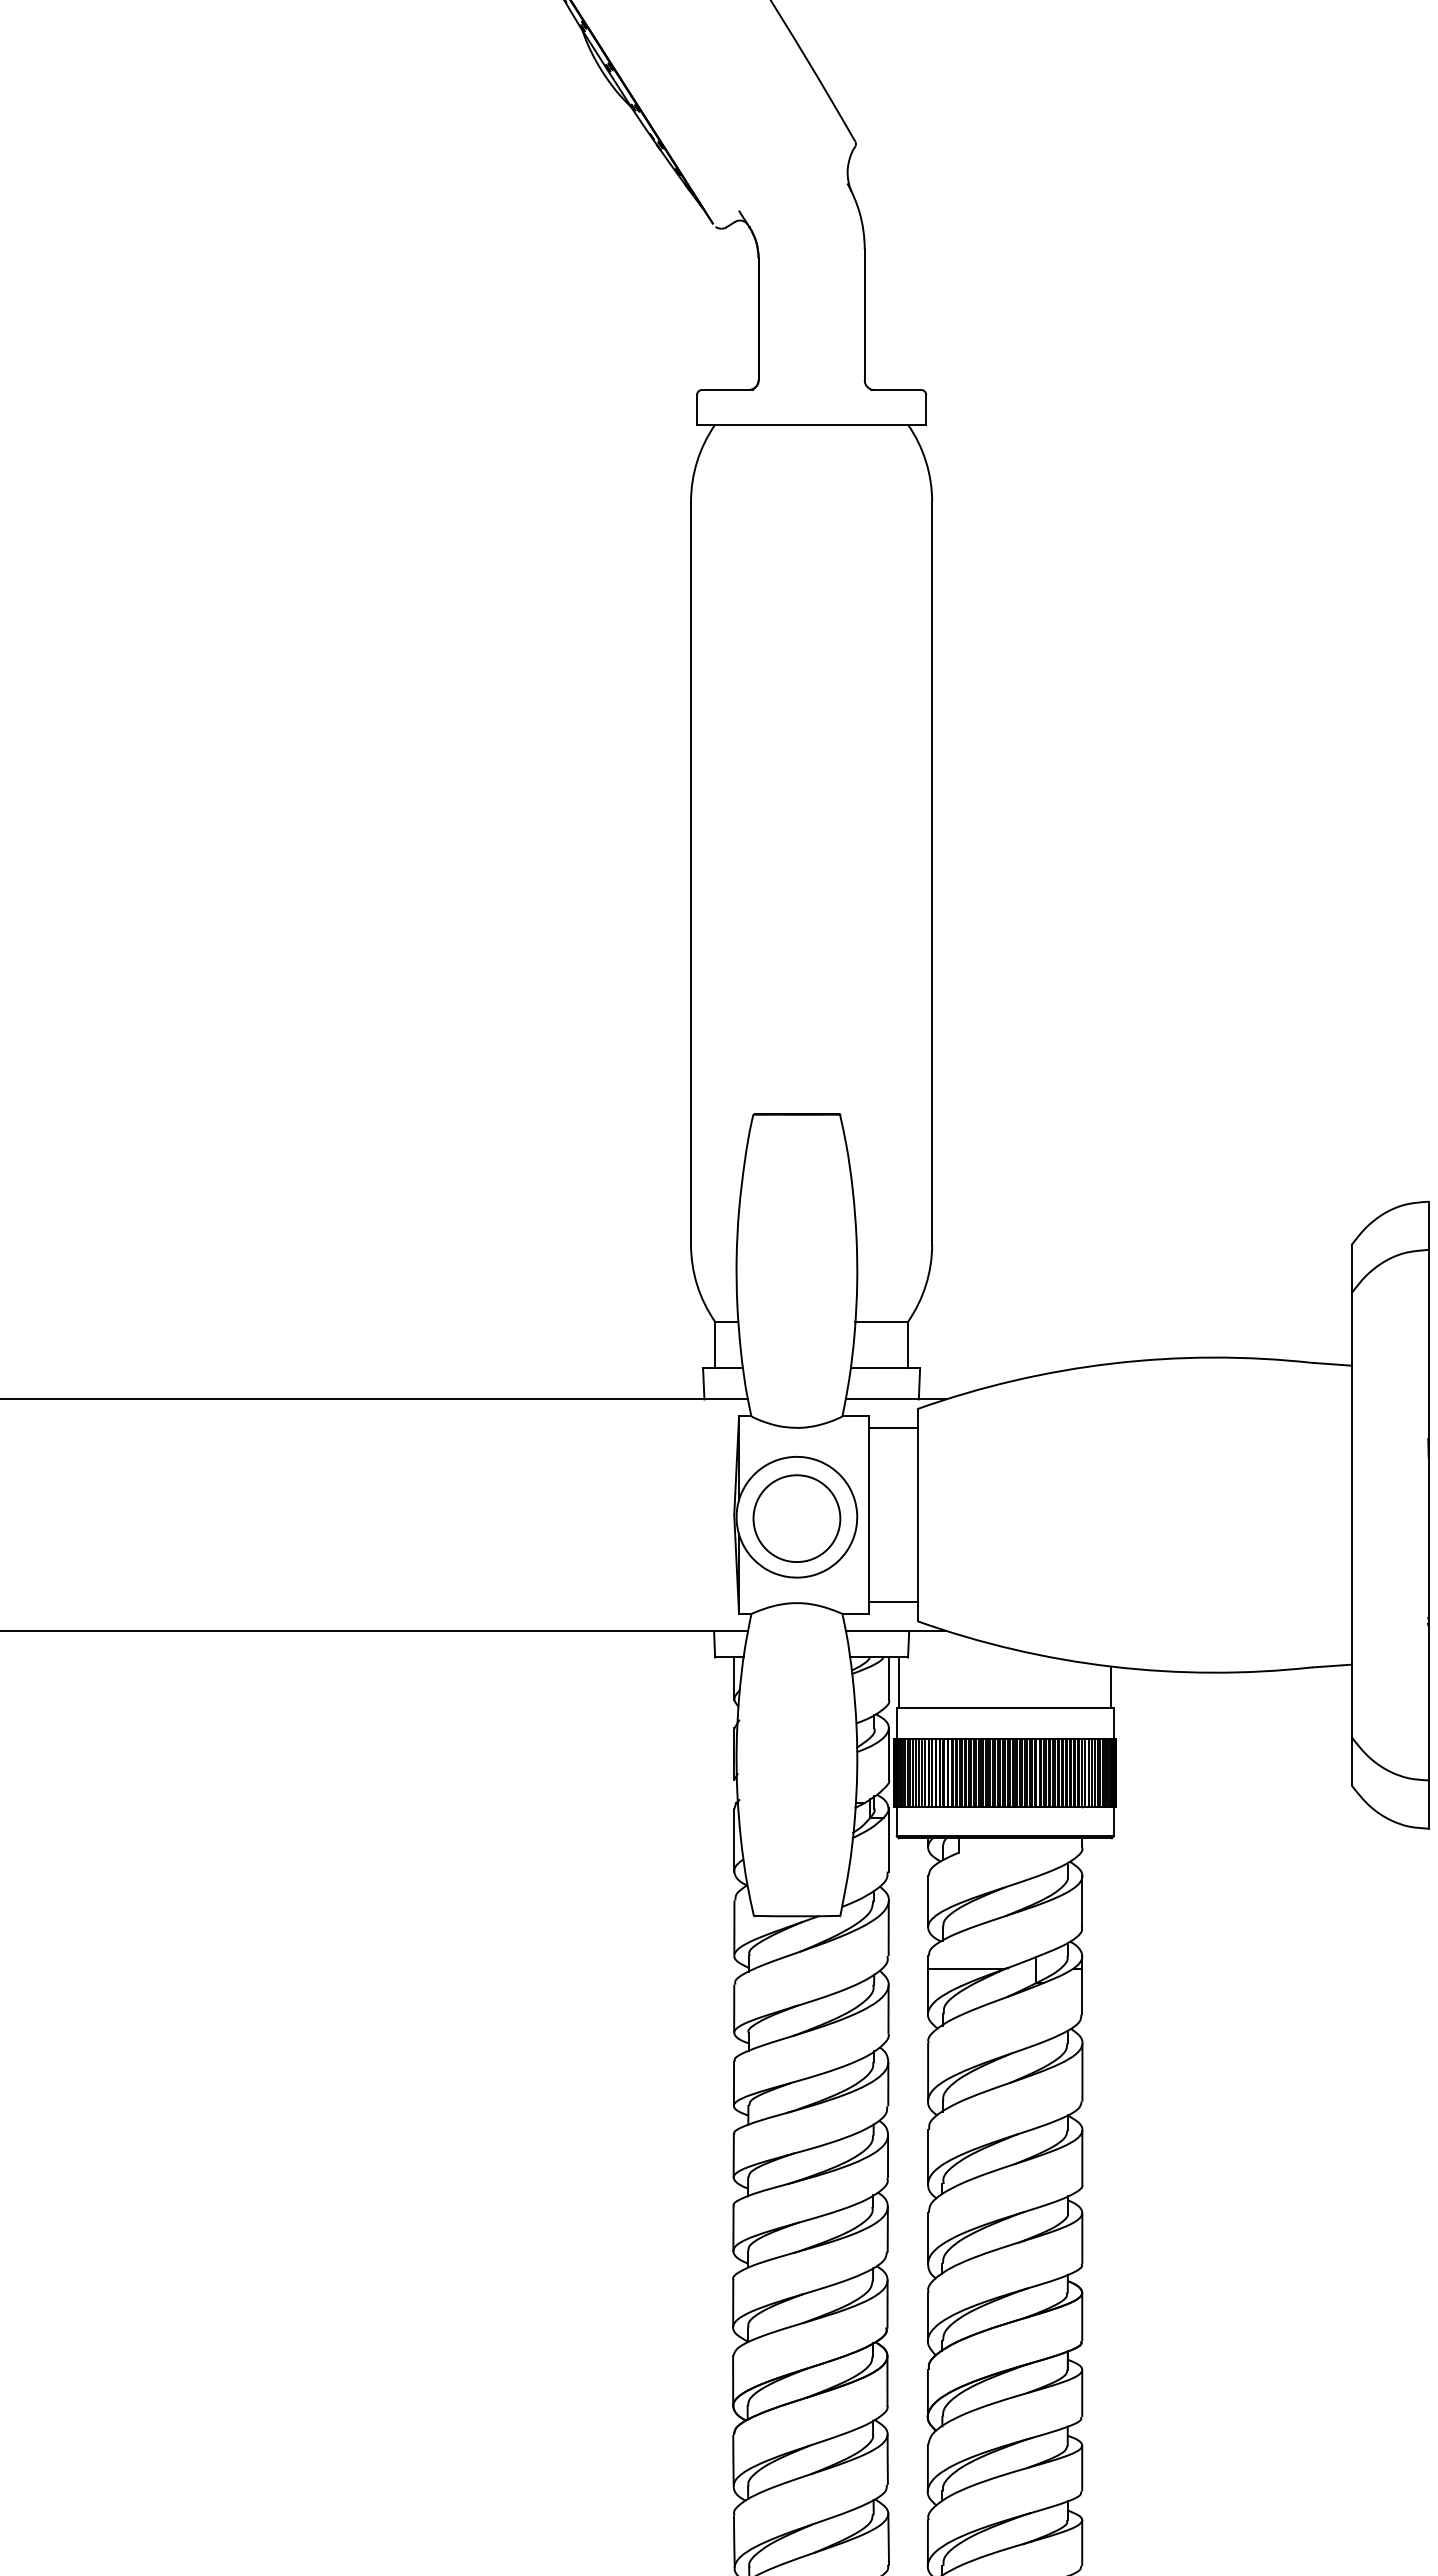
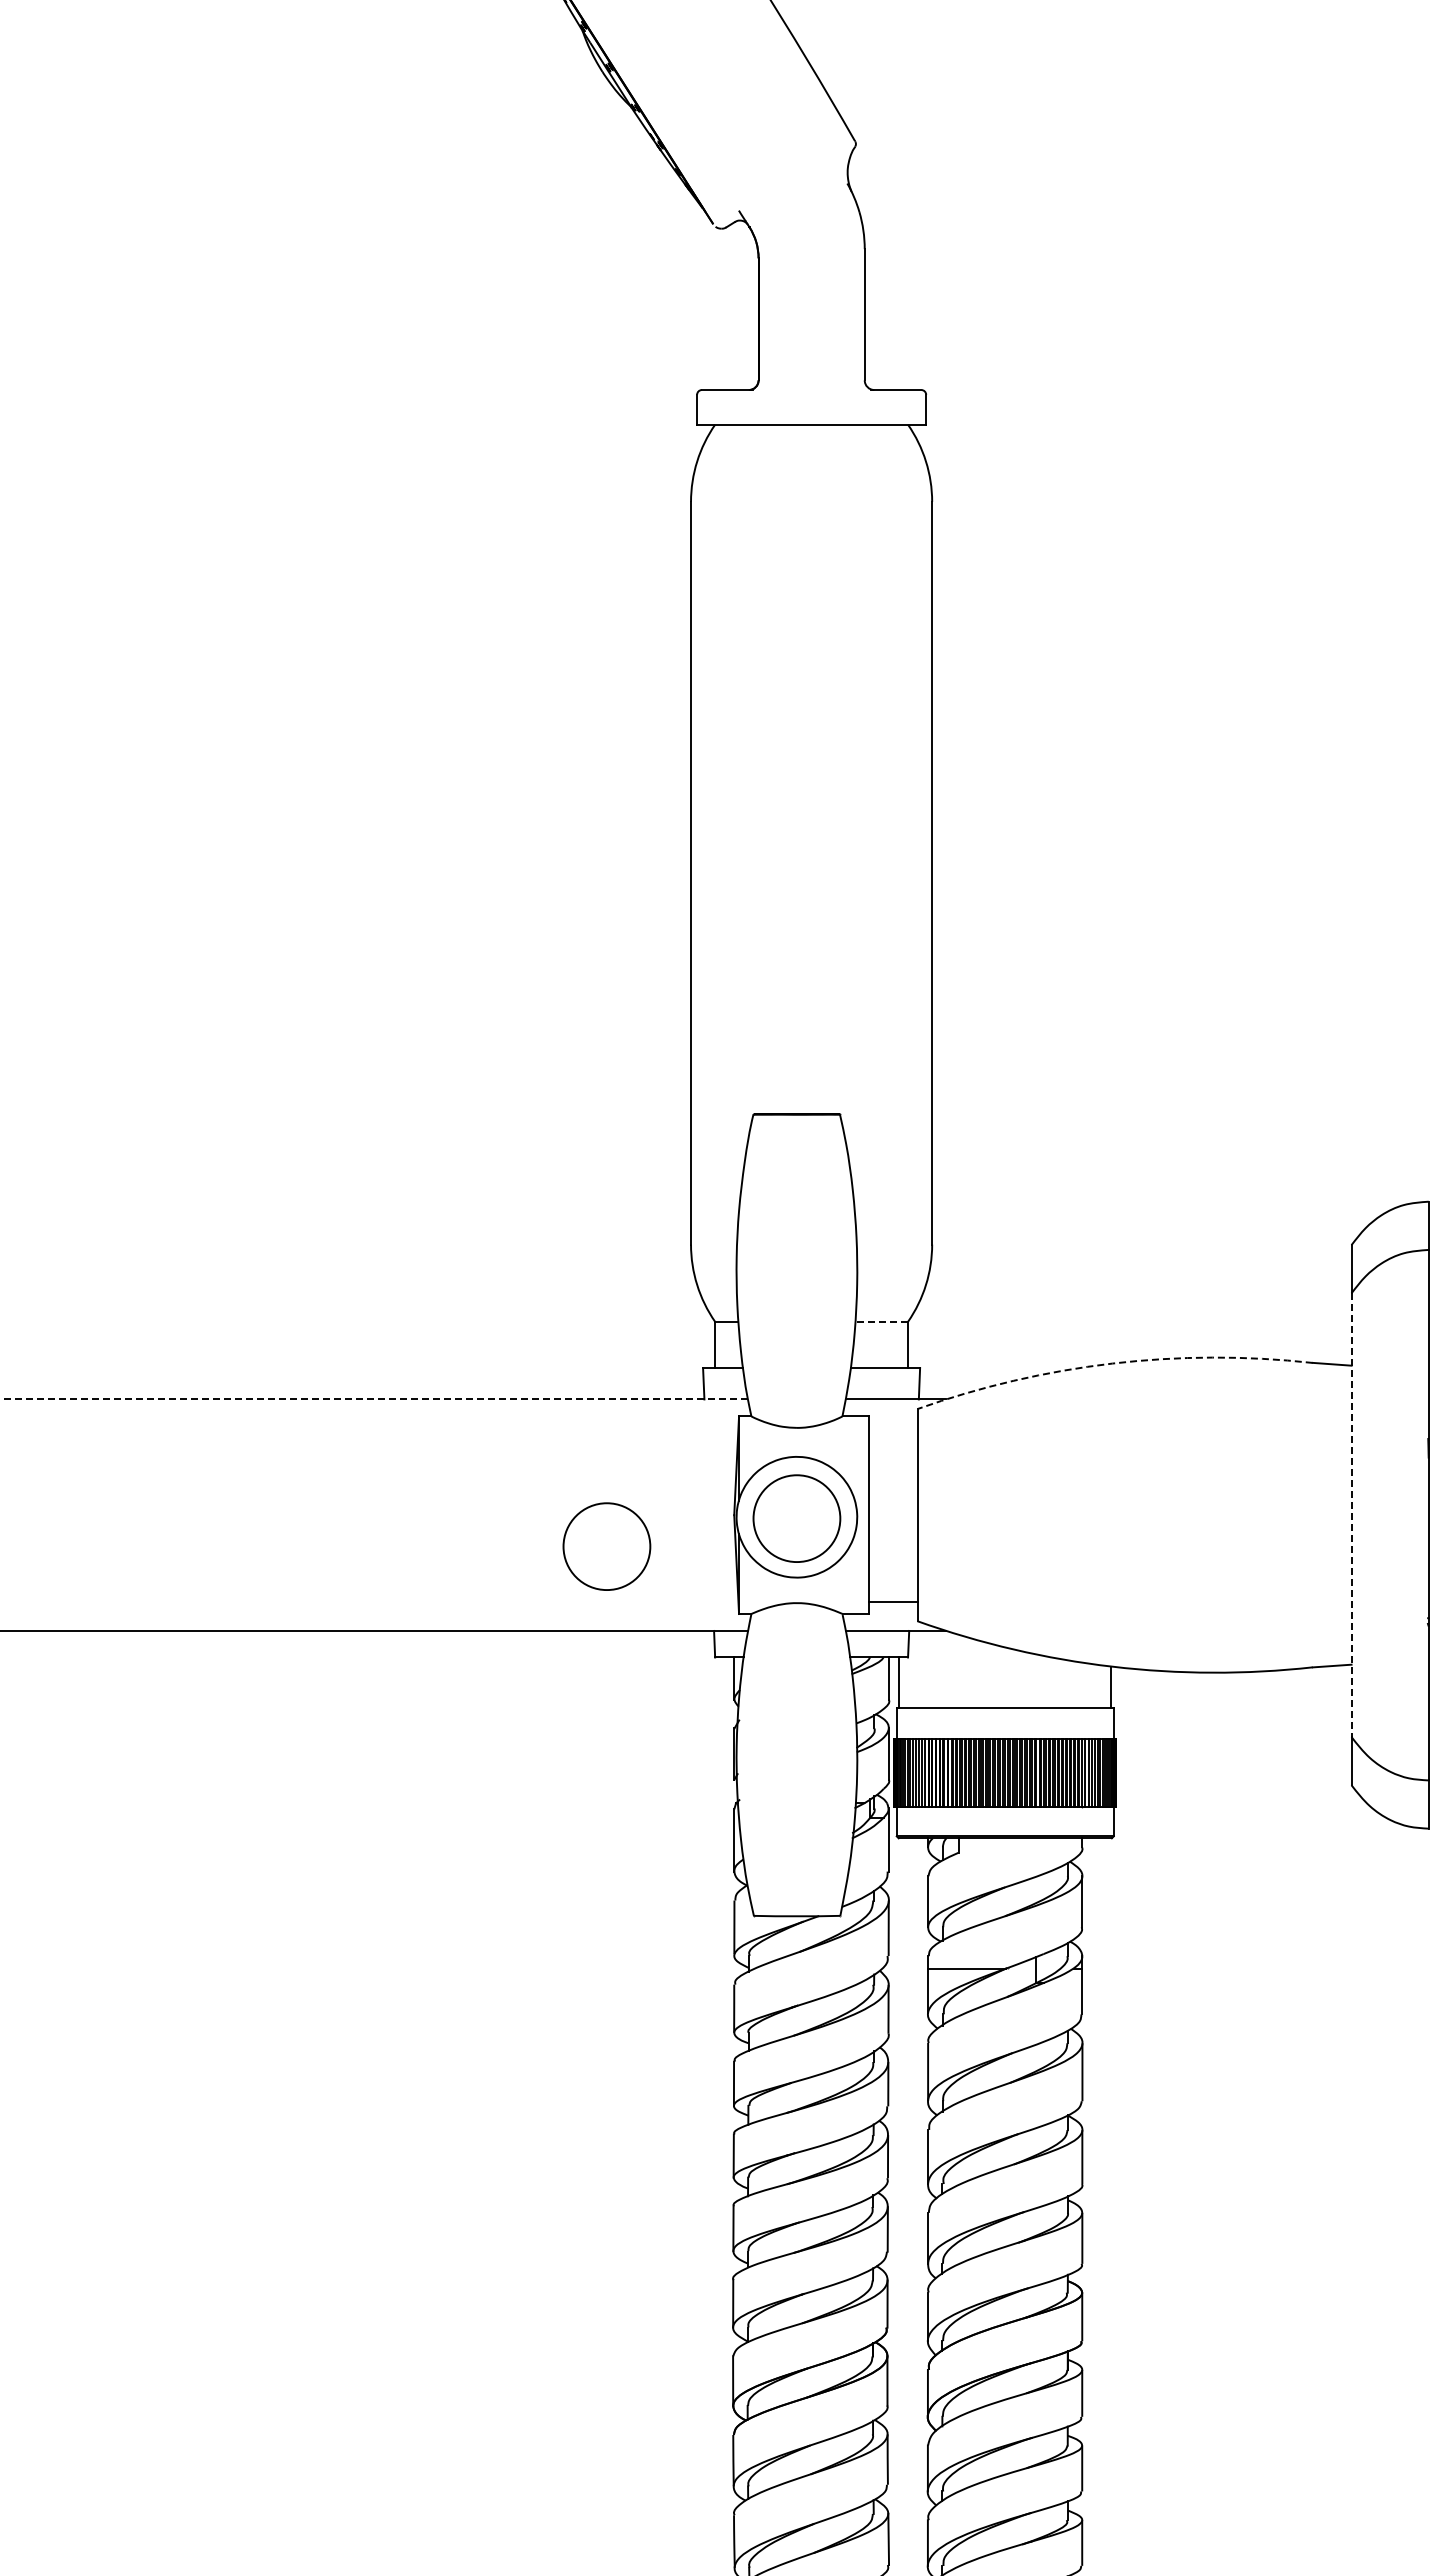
line at (881, 1321): solid -> dashed
arc at (1112, 1363): solid -> dashed
line at (374, 1399): solid -> dashed
line at (893, 1428): present -> none
line at (1351, 1515): solid -> dashed
circle at (606, 1546): none -> present
